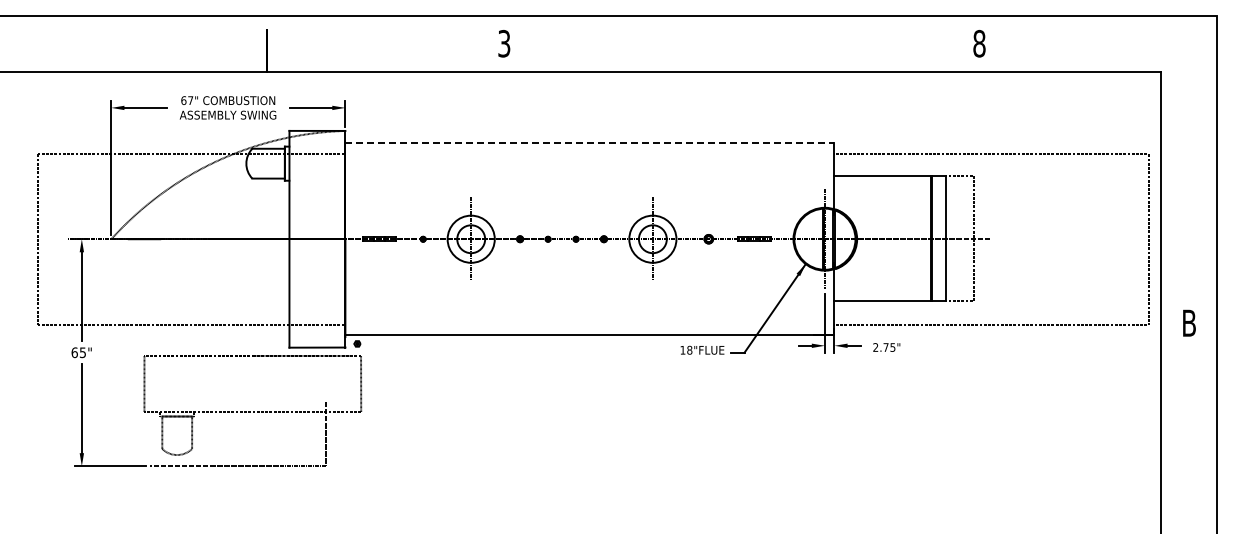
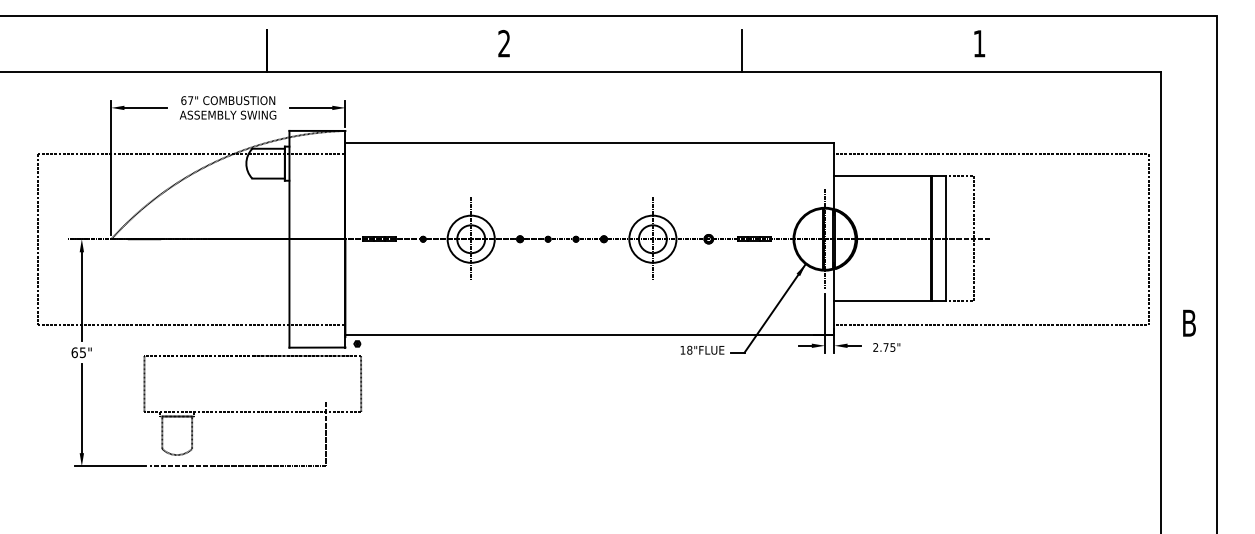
text at (504, 43): 3 -> 2
text at (979, 43): 8 -> 1
line at (742, 51): none -> present
line at (589, 143): dashed -> solid
